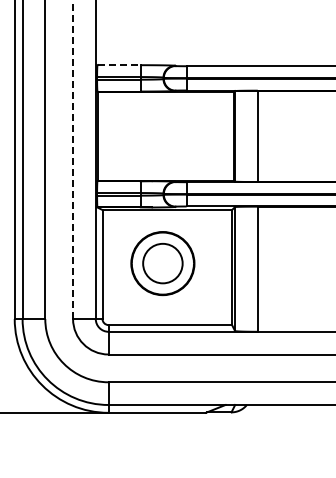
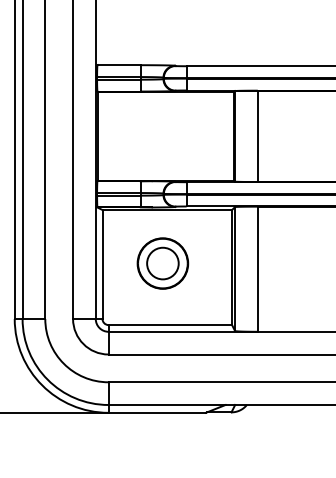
line at (119, 65): dashed -> solid
line at (73, 159): dashed -> solid
part at (162, 263) size: 66x66 px -> 54x53 px
